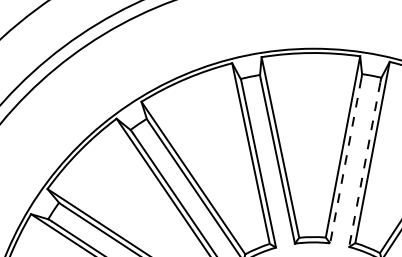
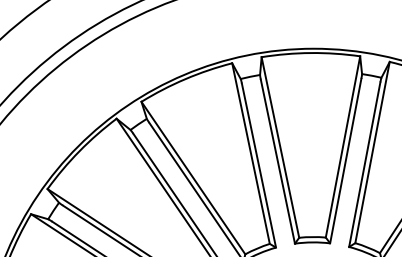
line at (345, 161): dashed -> solid
line at (364, 164): dashed -> solid
